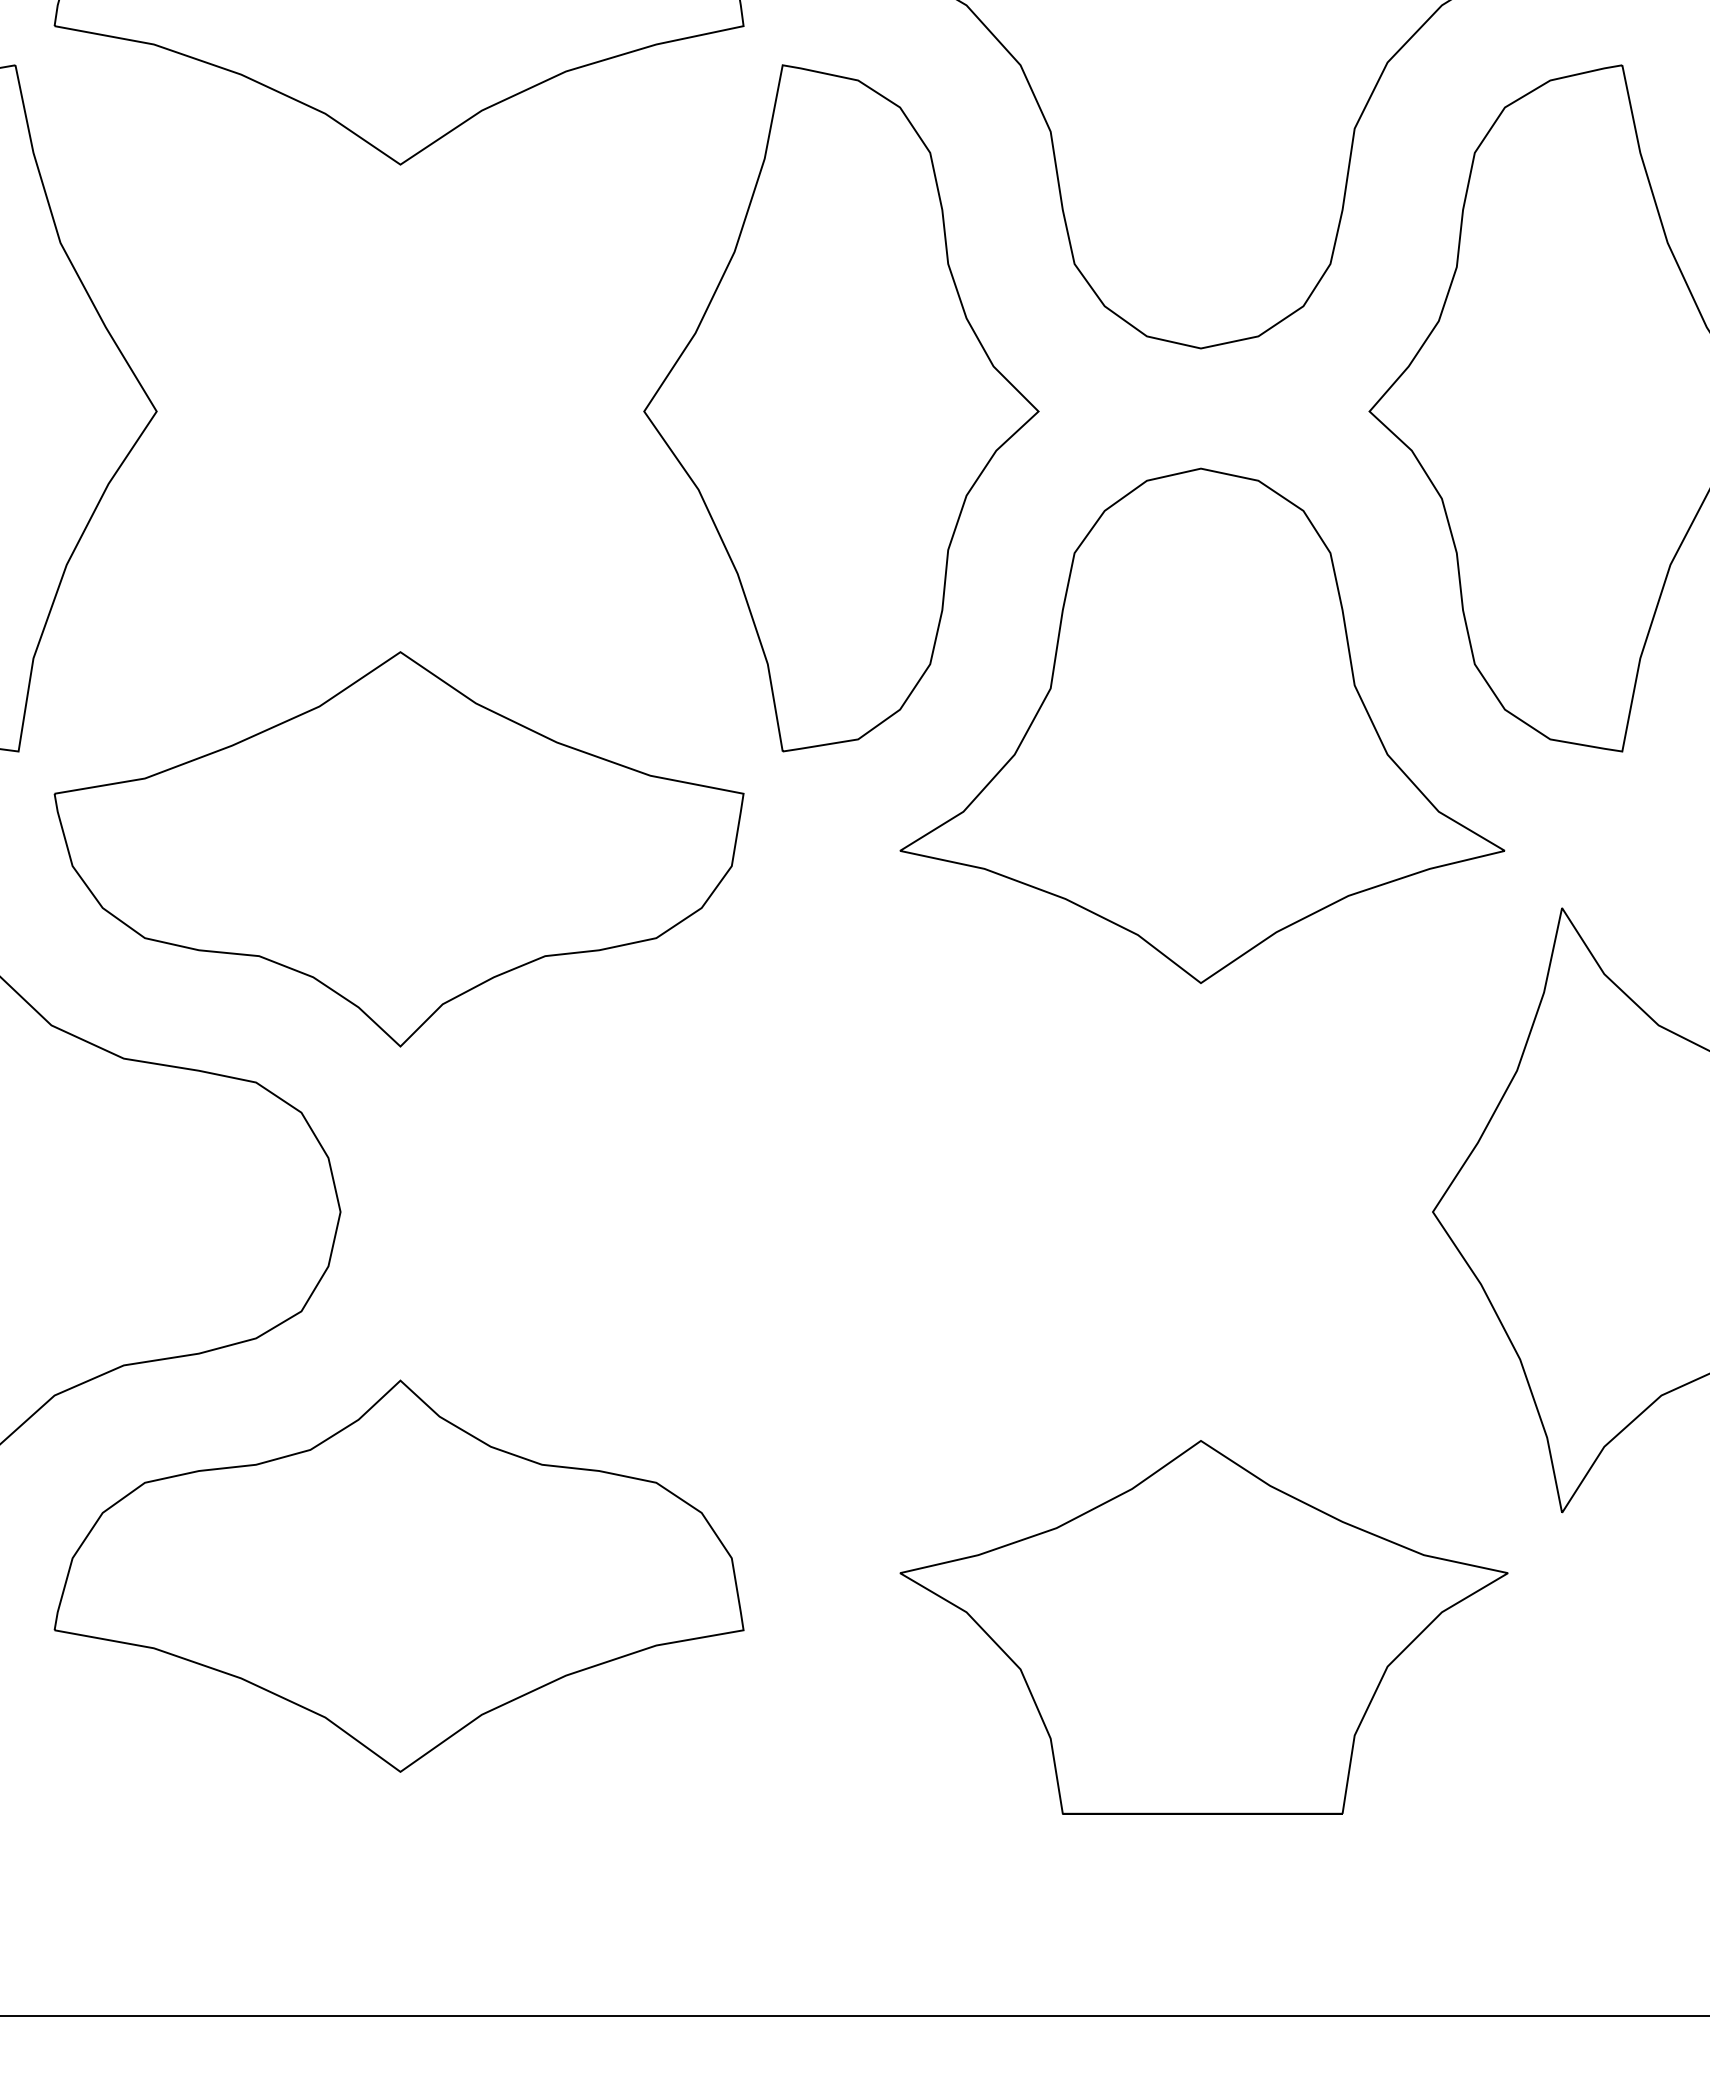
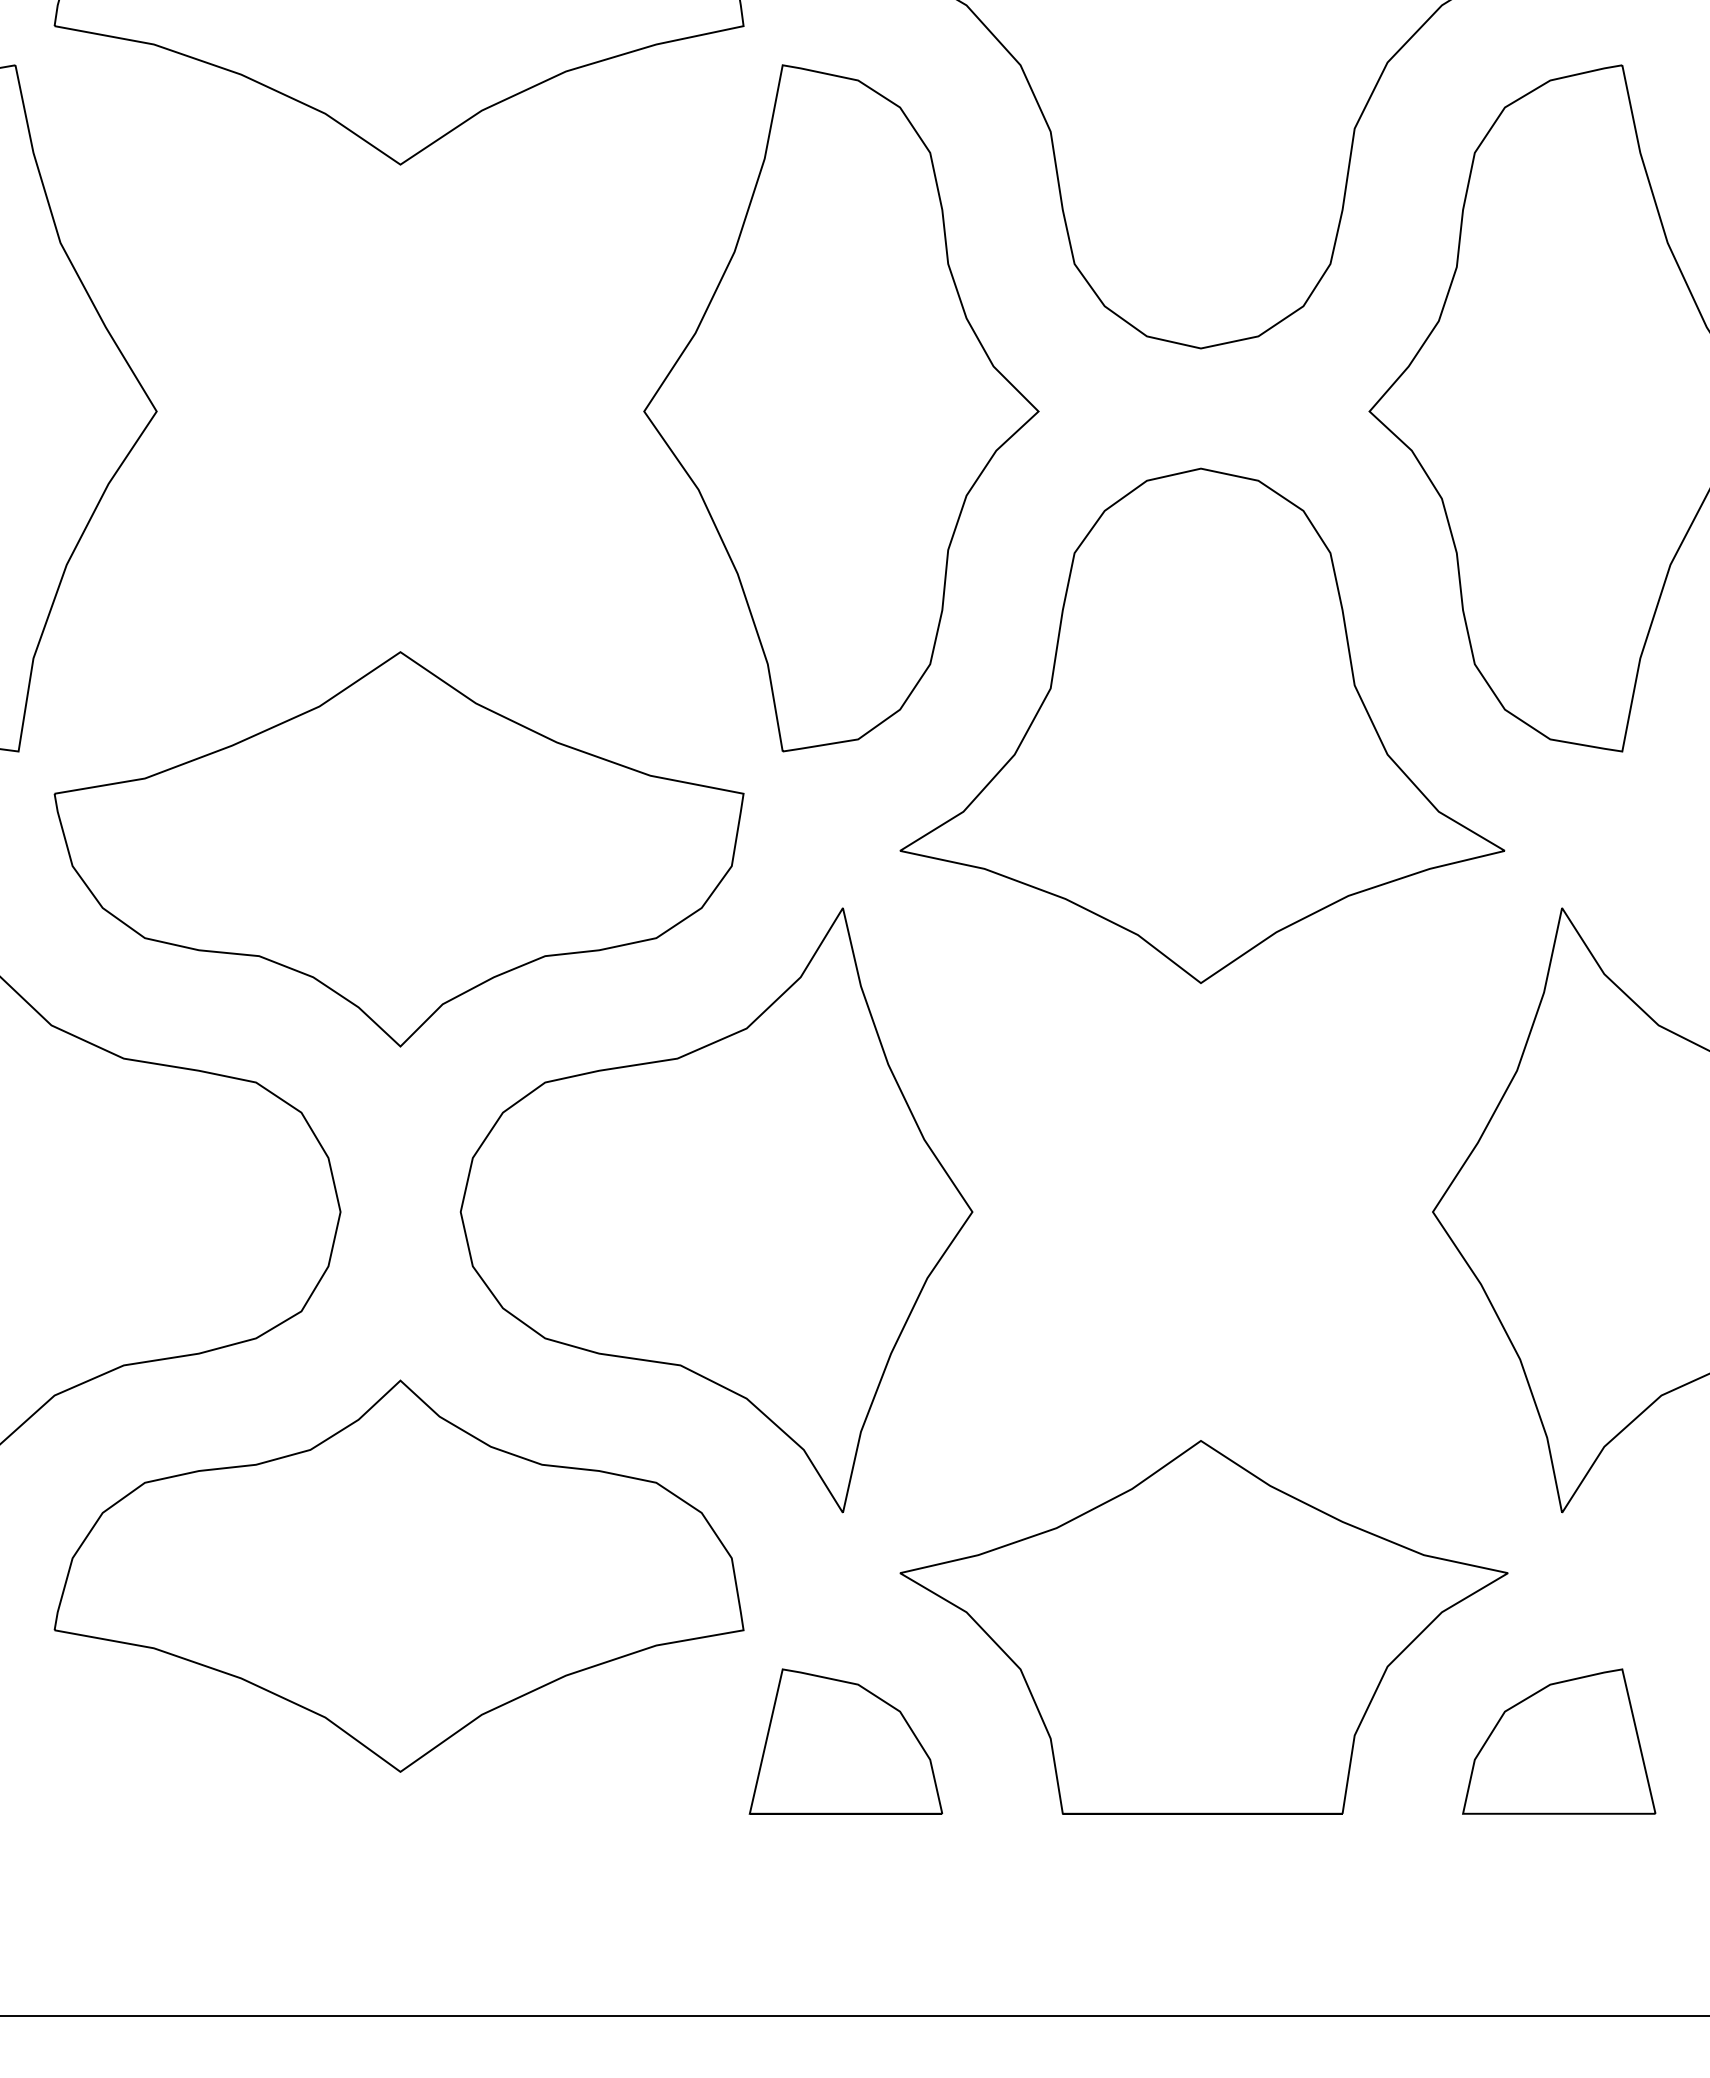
part at (716, 1210): none -> present
part at (845, 1741): none -> present
part at (1559, 1741): none -> present
